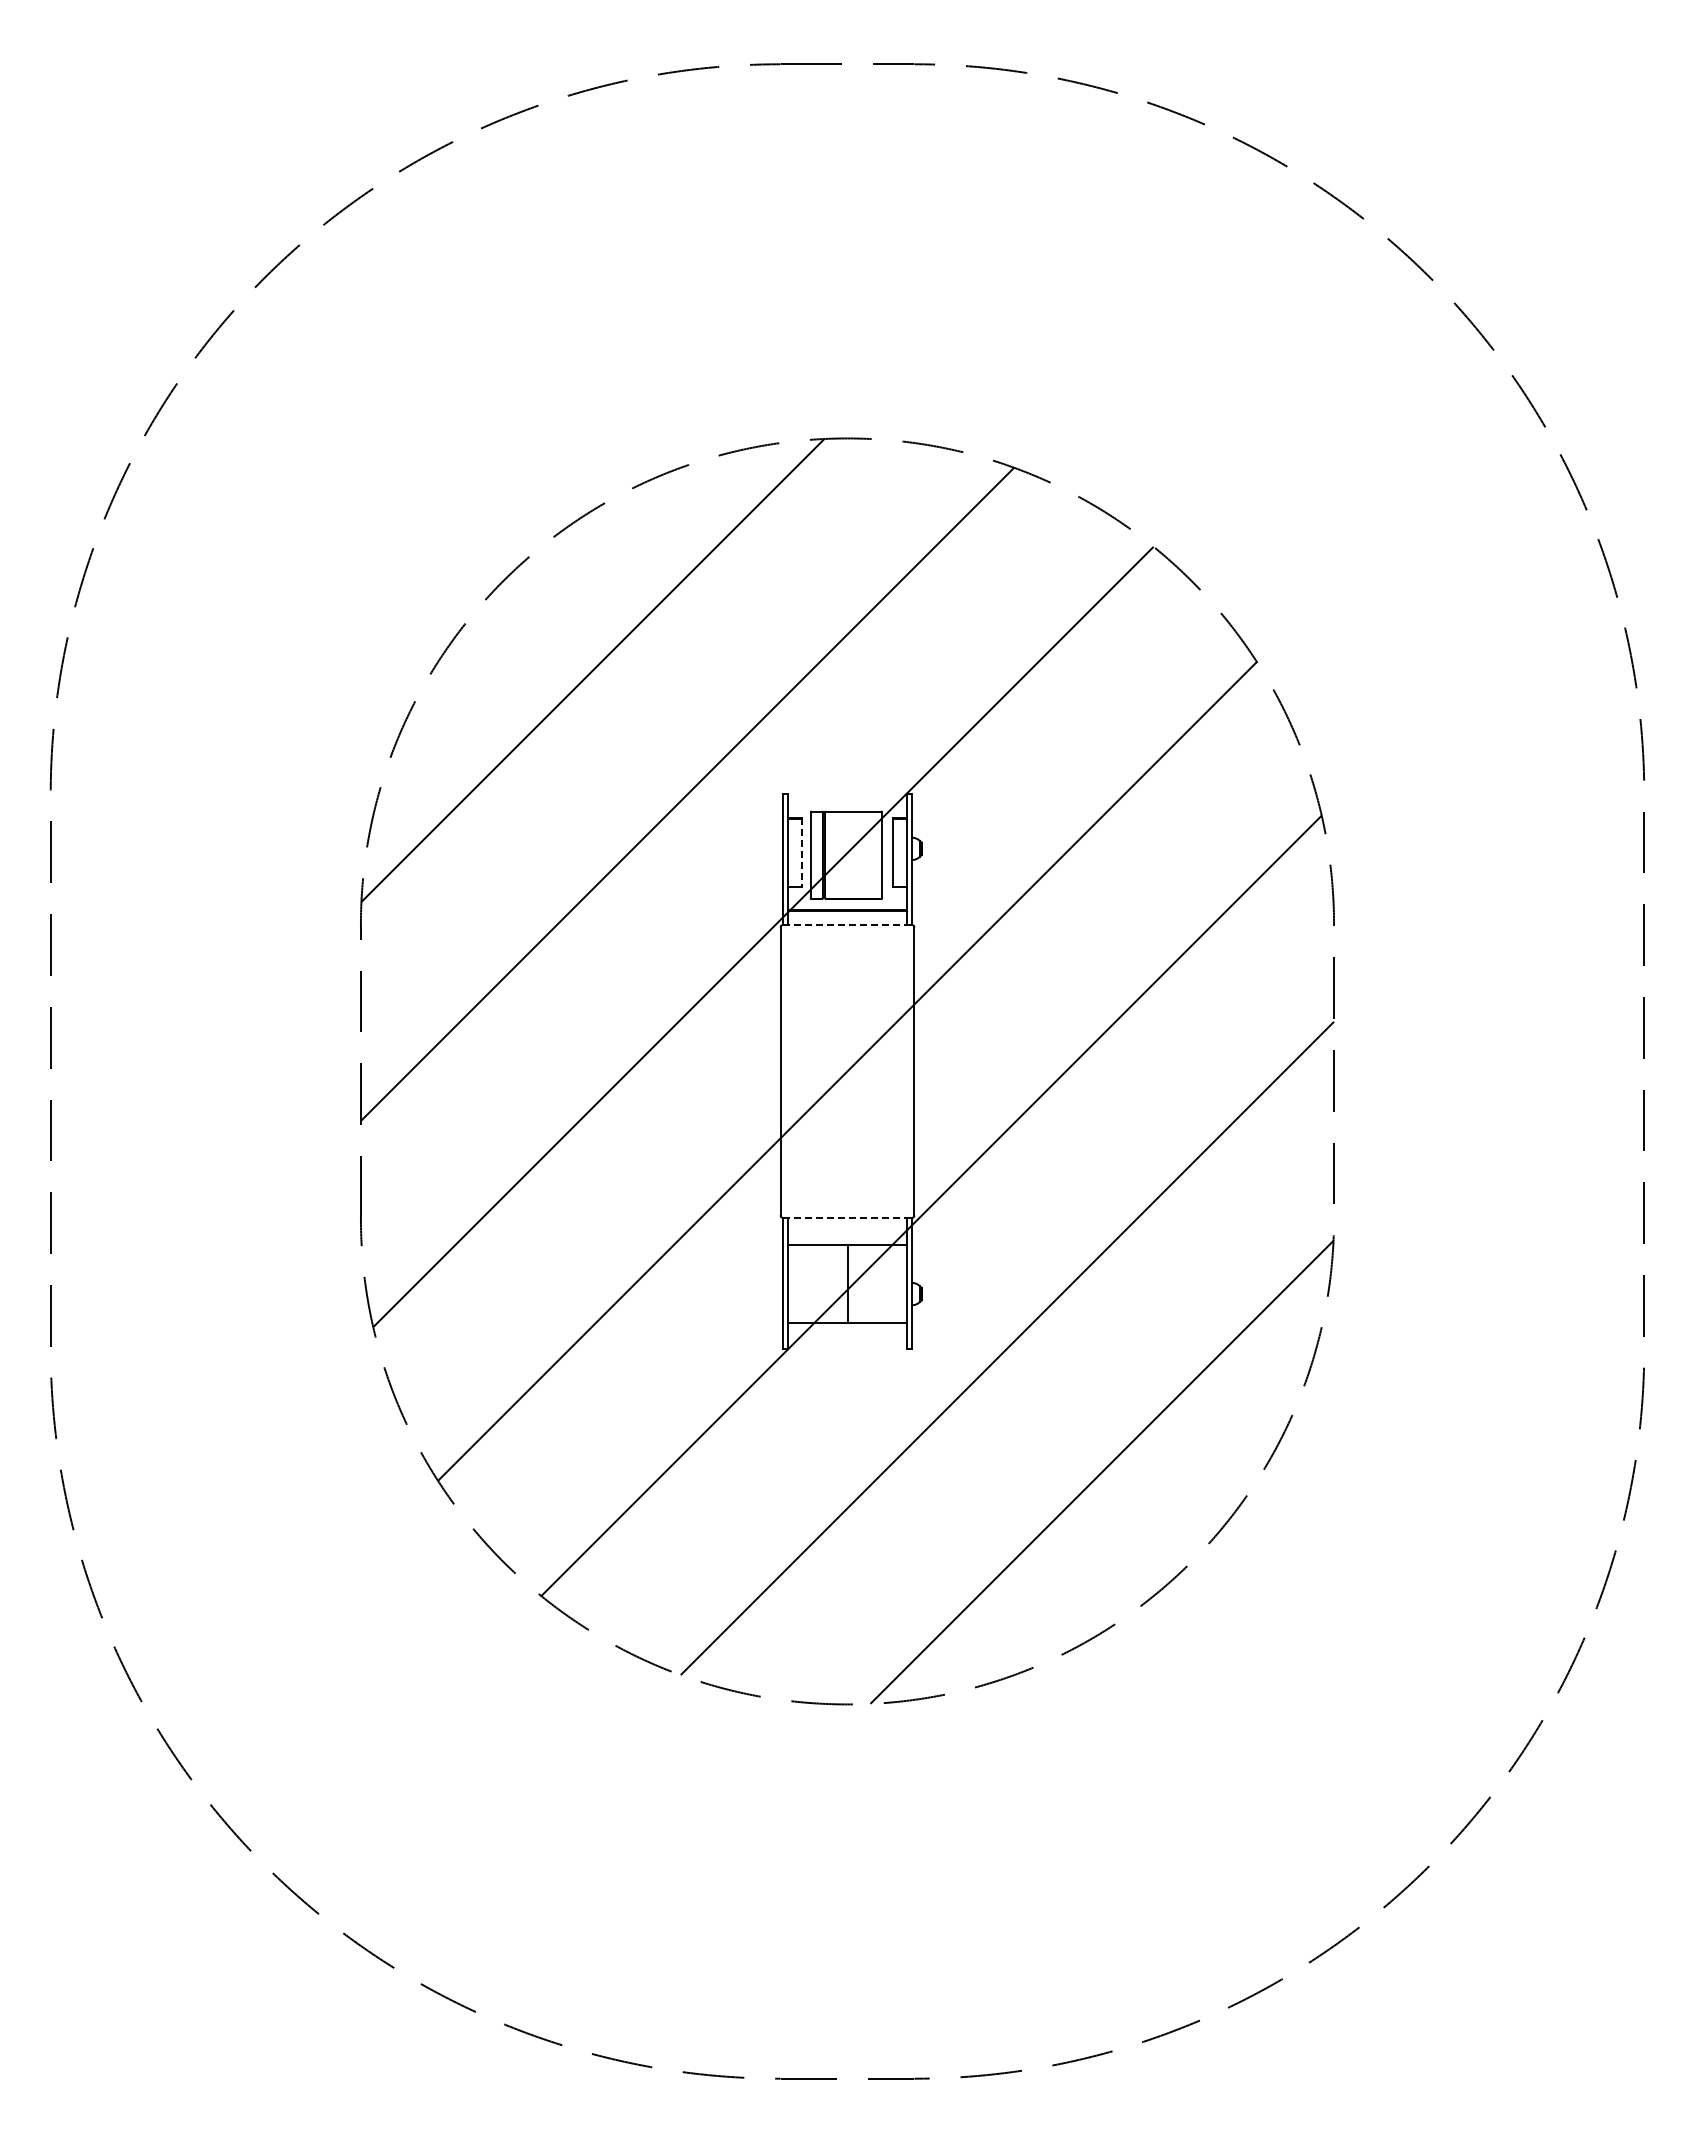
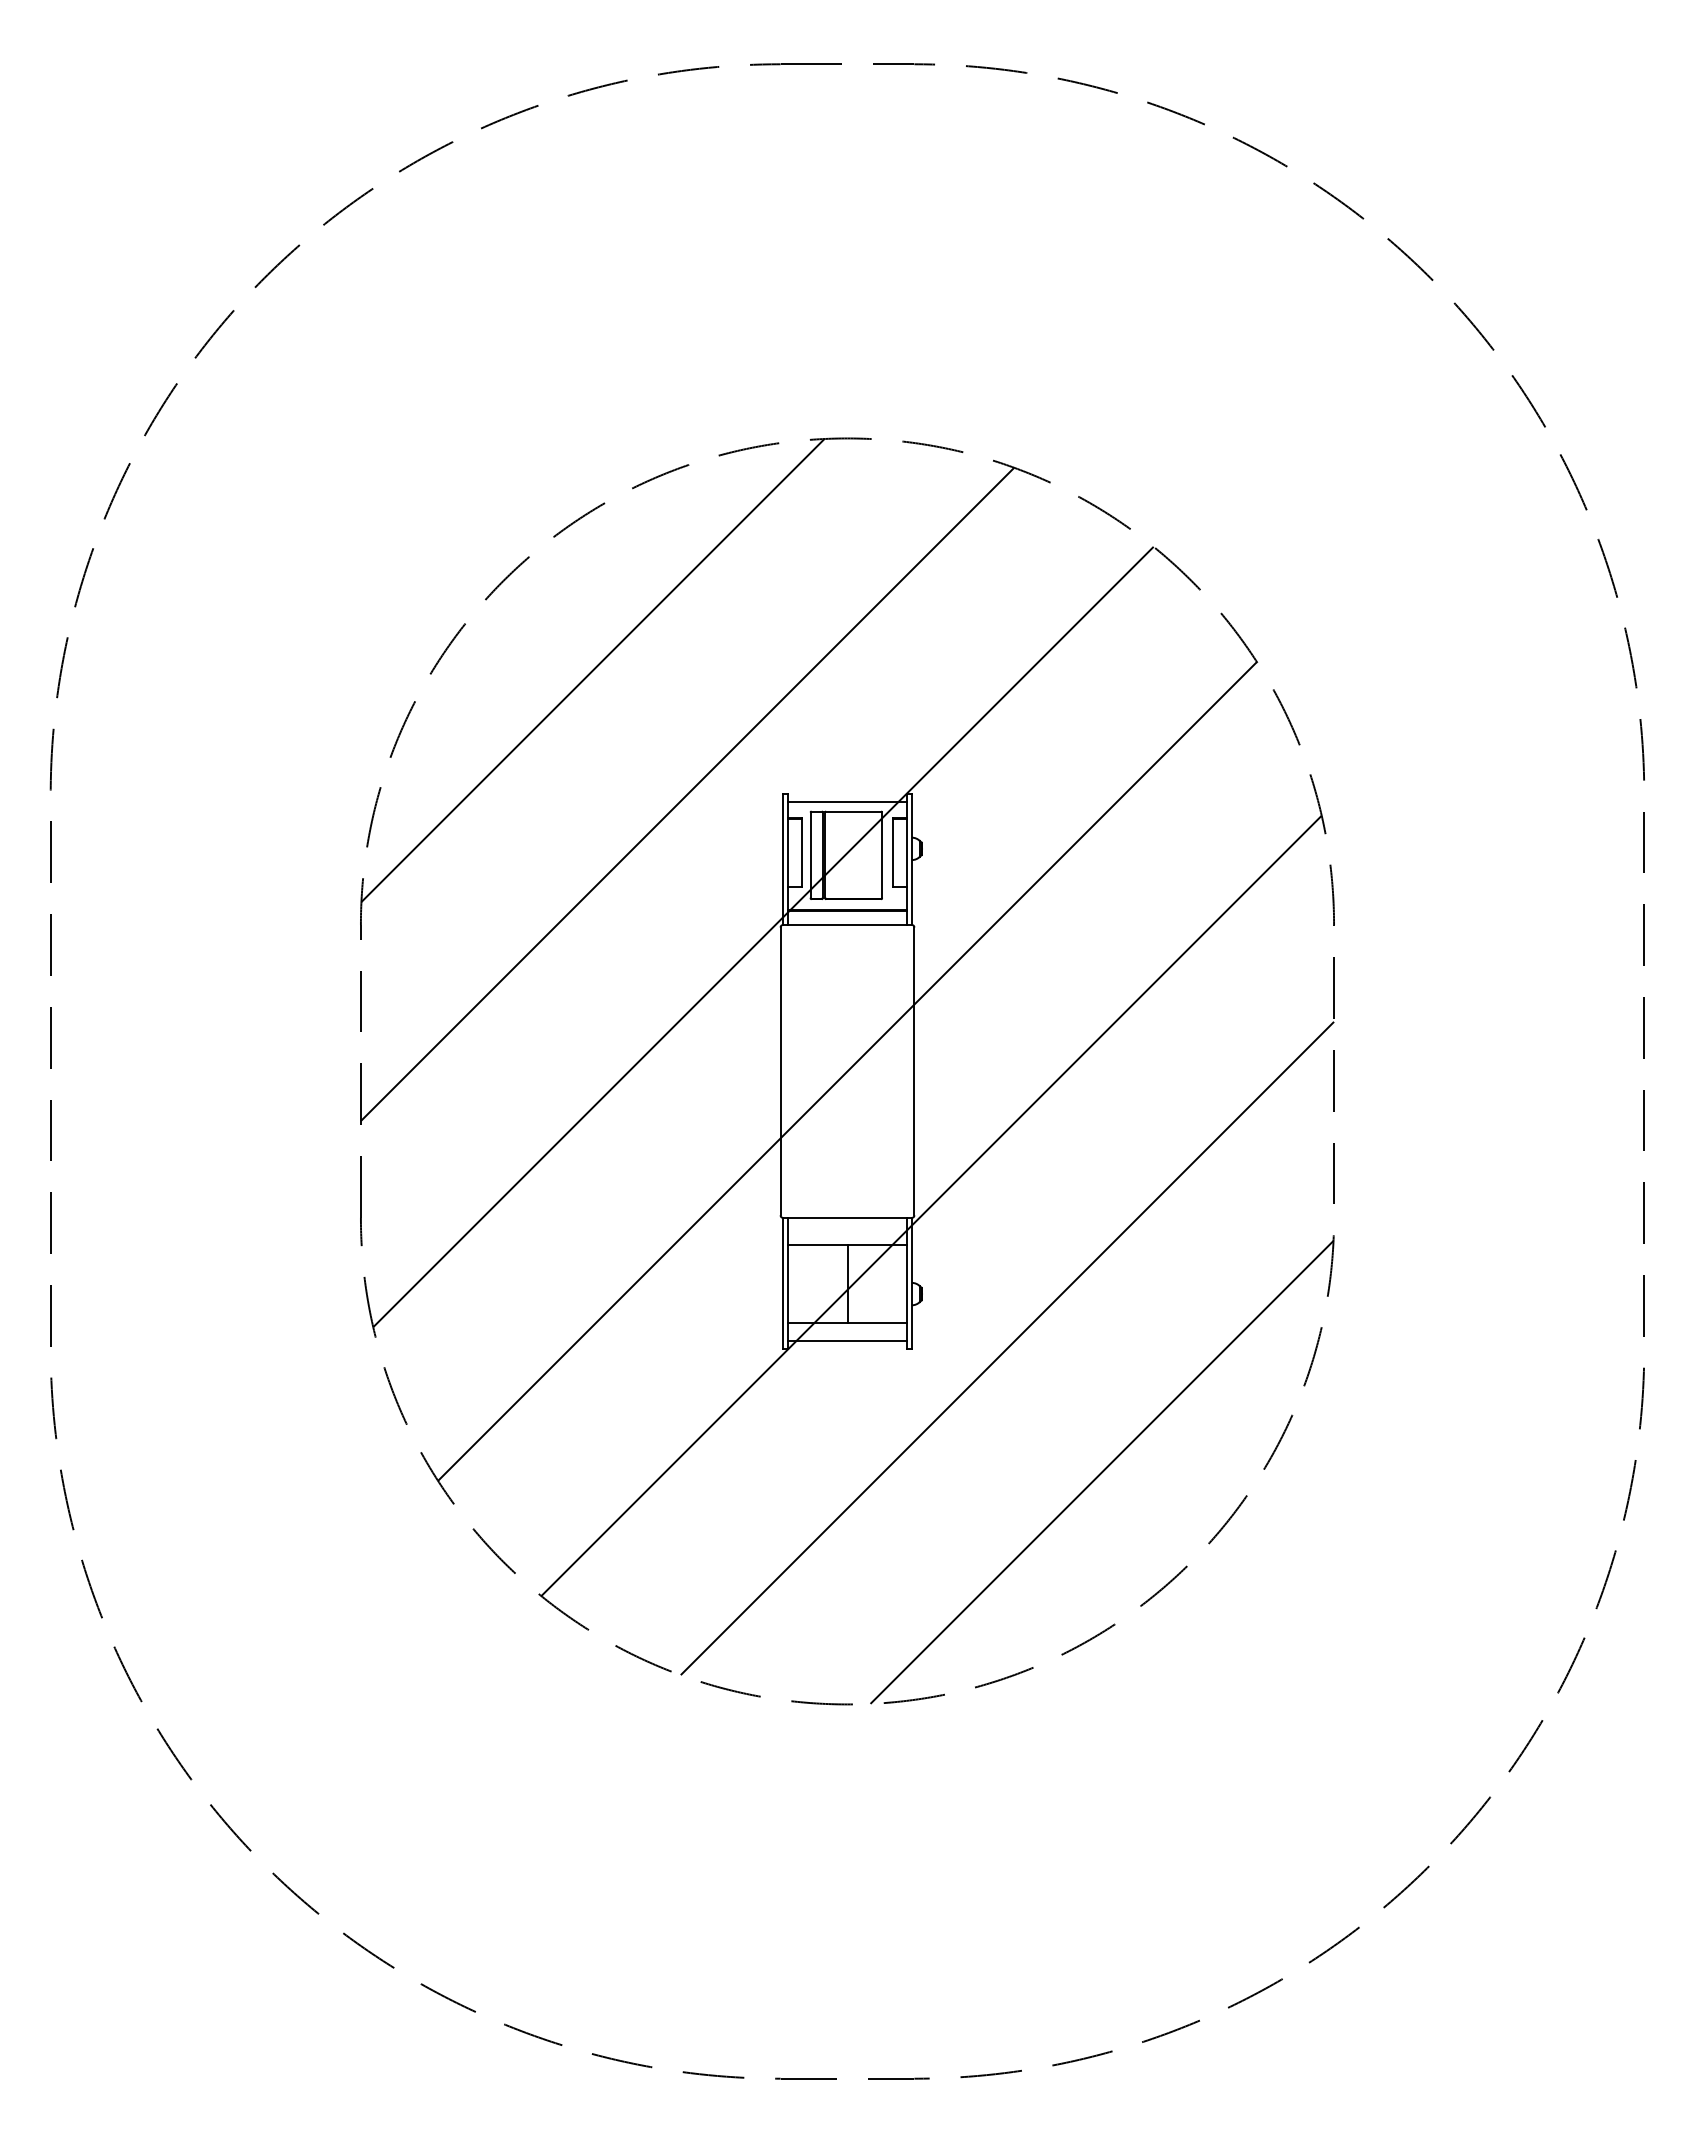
line at (847, 801): none -> present
line at (802, 852): dashed -> solid
line at (847, 925): dashed -> solid
line at (847, 1217): dashed -> solid
line at (847, 1341): none -> present
